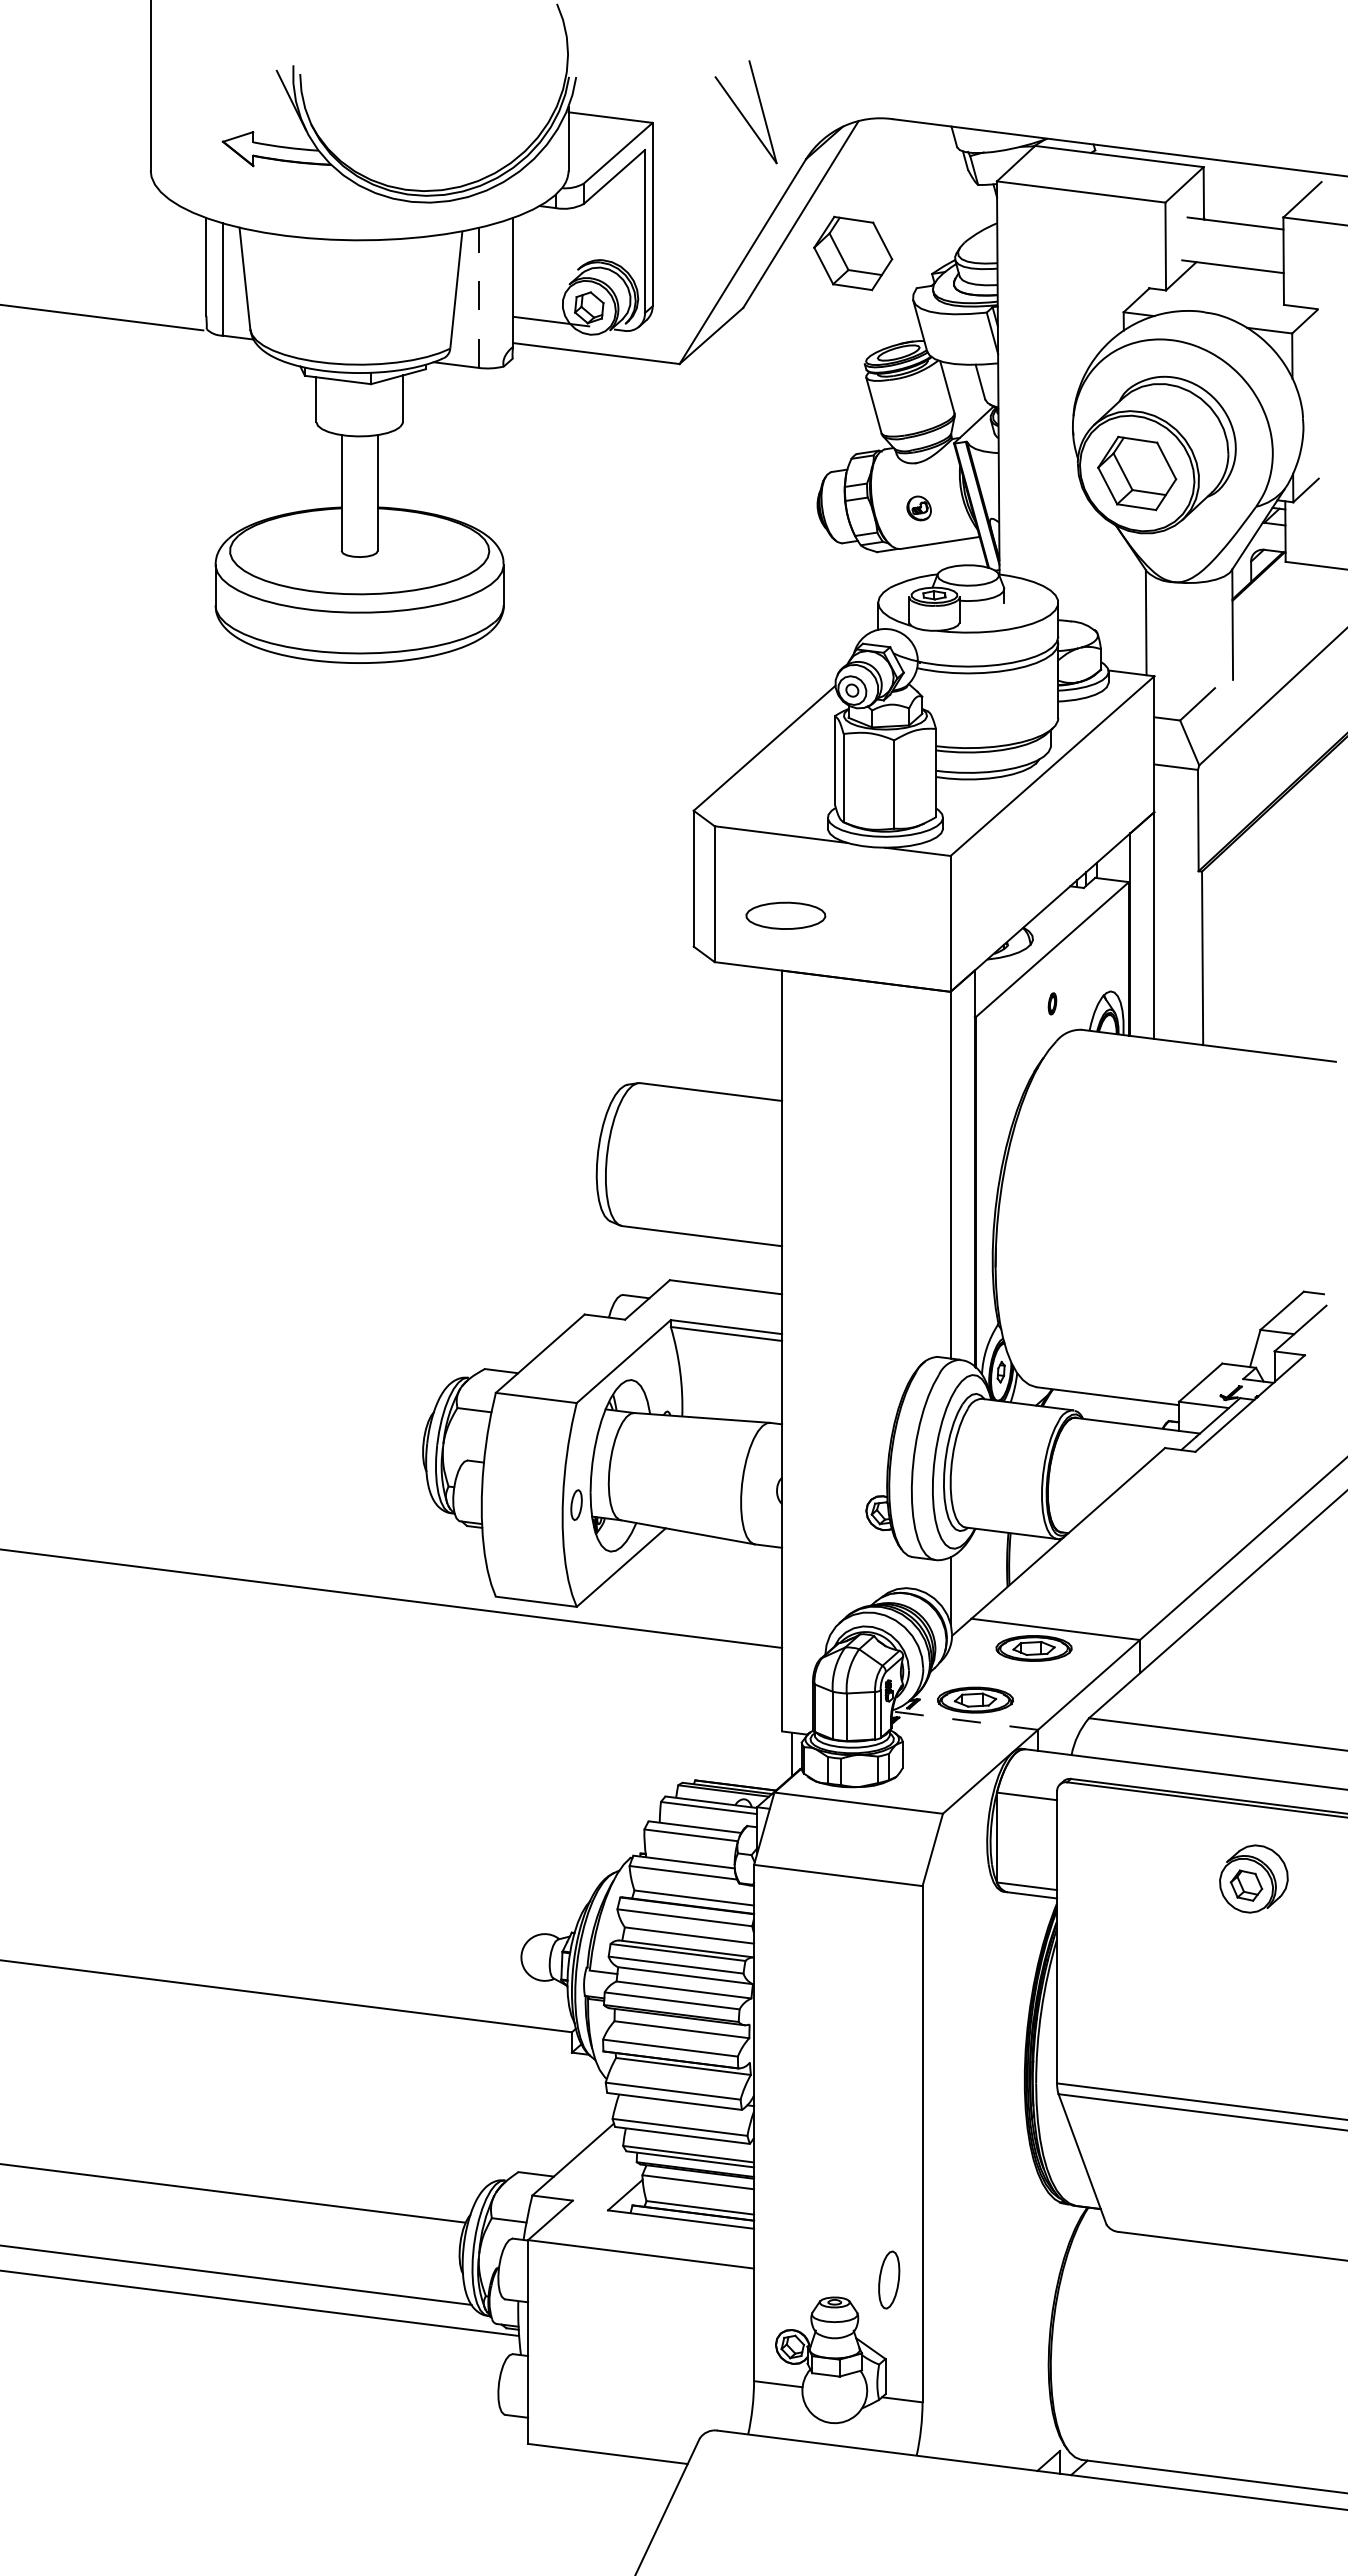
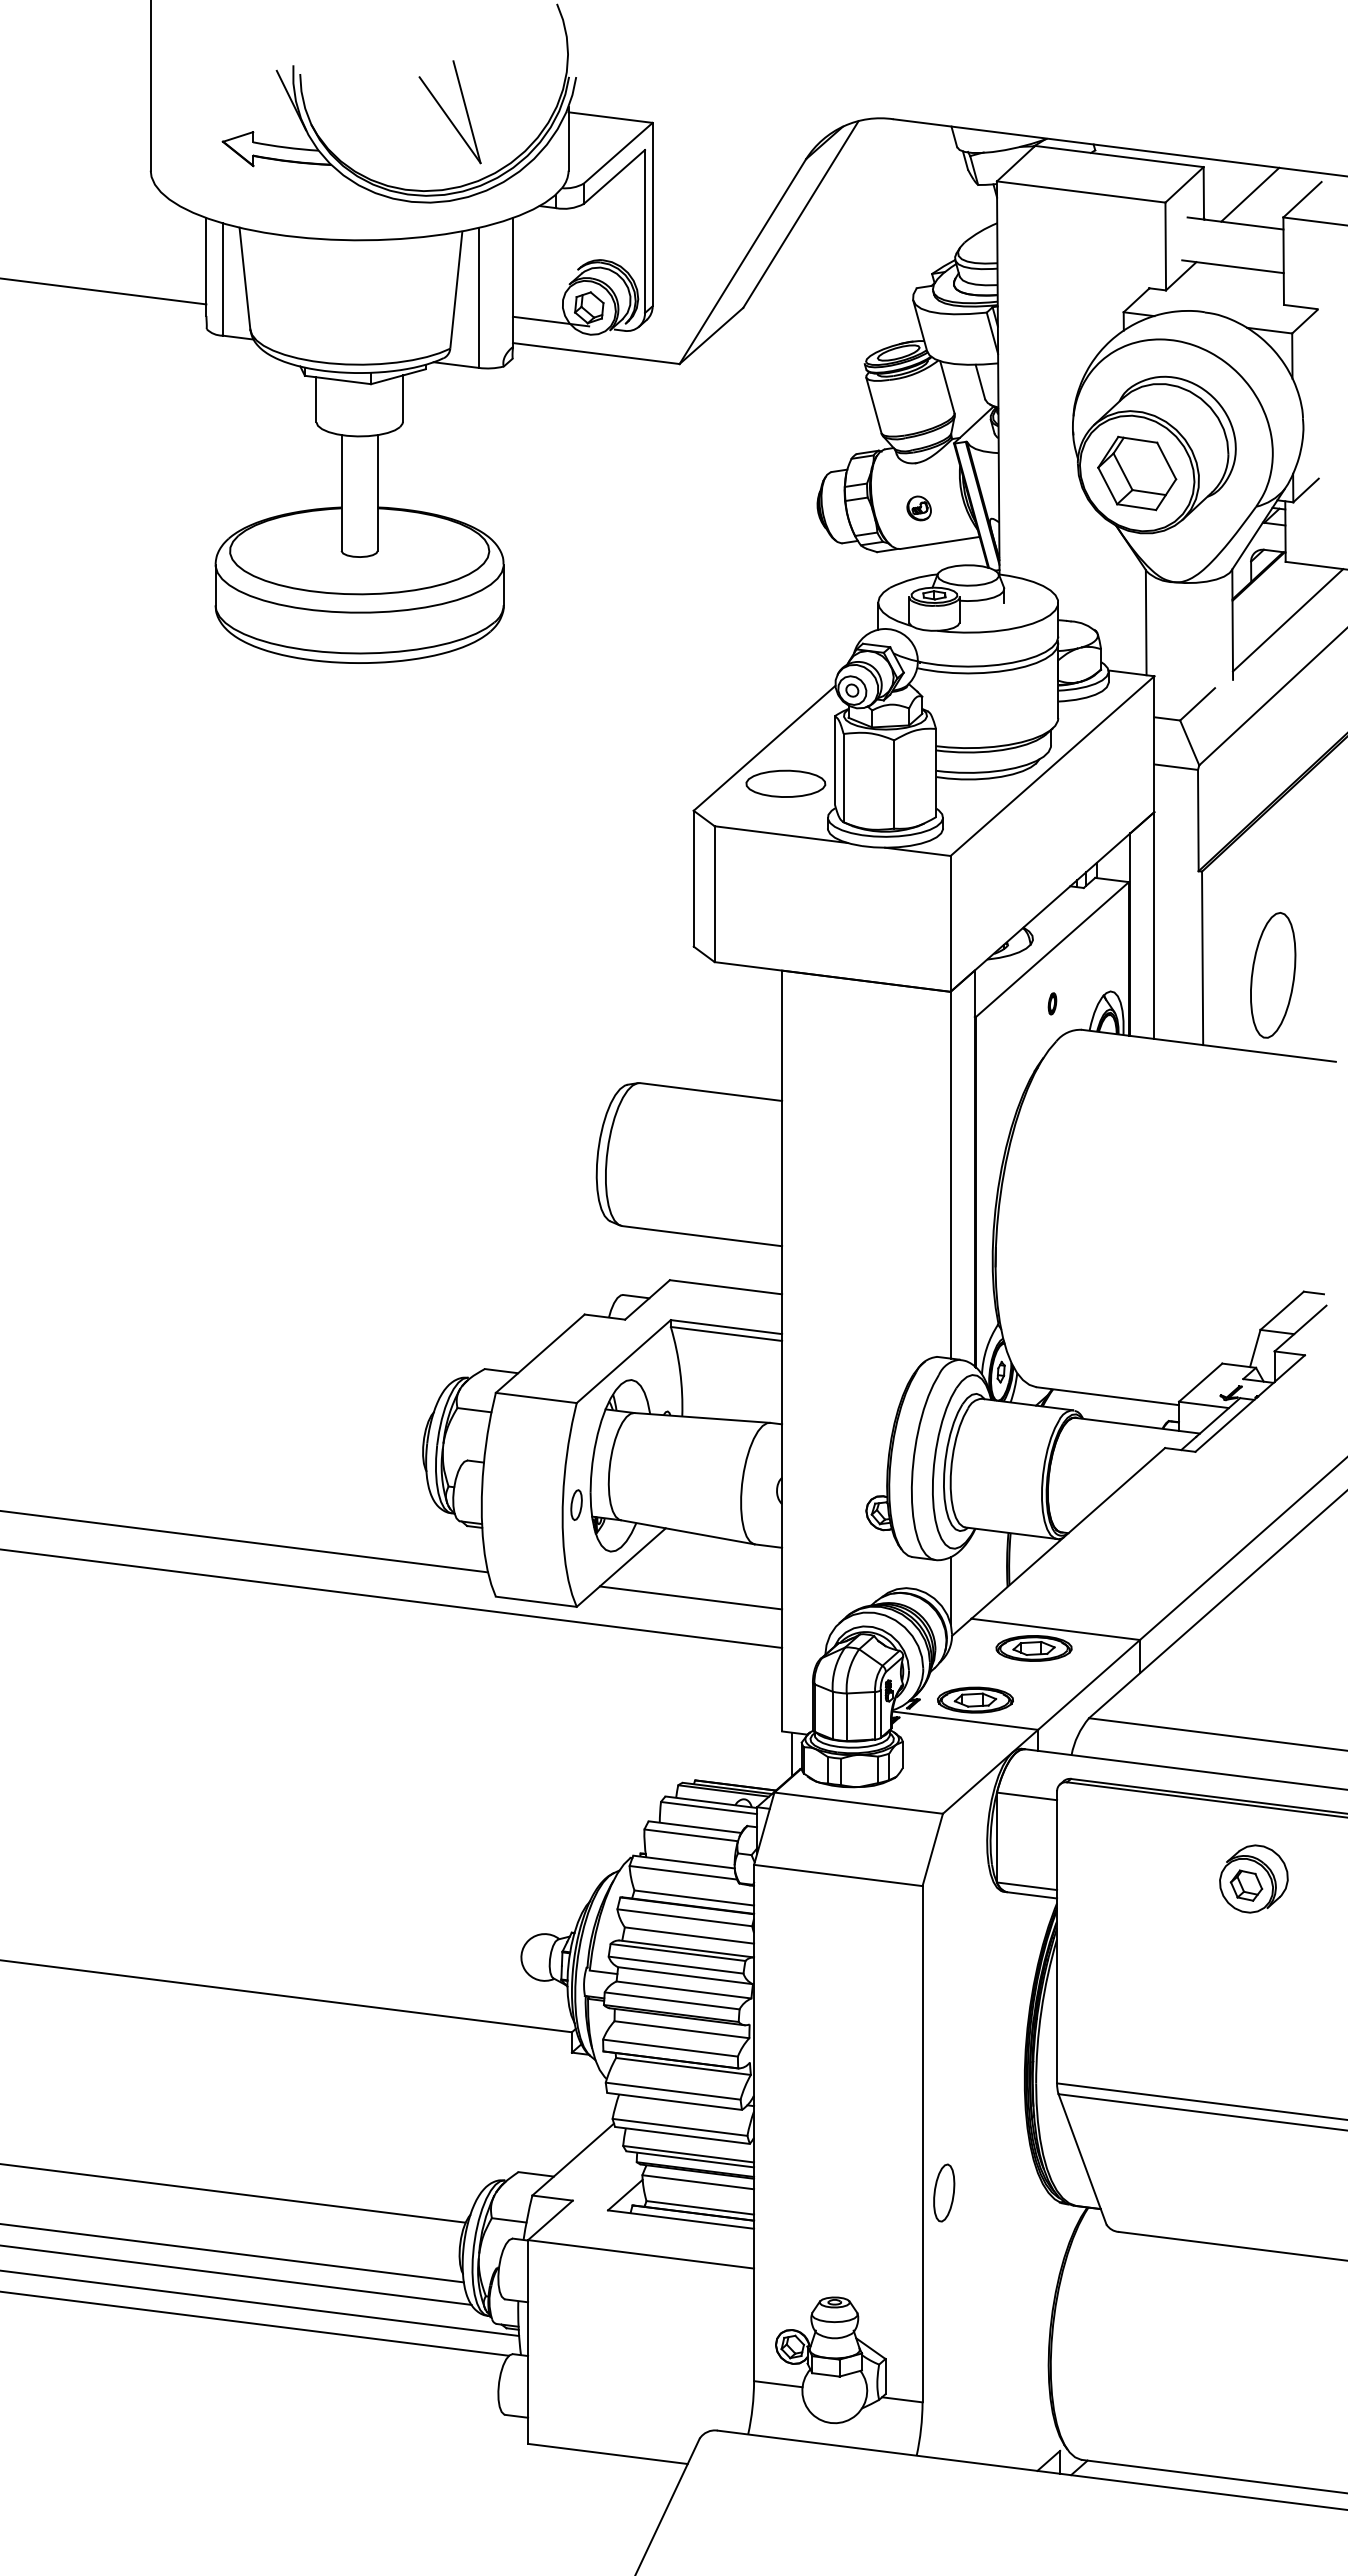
part at (745, 112) position: (745, 112) -> (449, 112)
line at (1250, 194): none -> present
part at (853, 253): present -> none
line at (478, 297): dashed -> solid
line at (102, 317) position: (102, 317) -> (104, 291)
line at (1287, 620): none -> present
part at (785, 915) position: (785, 915) -> (785, 783)
part at (1273, 975): none -> present
line at (245, 1541): none -> present
line at (690, 1597): none -> present
line at (964, 1720): dashed -> solid
line at (232, 2253): none -> present
part at (889, 2279) position: (889, 2279) -> (944, 2192)
line at (255, 2323): none -> present
